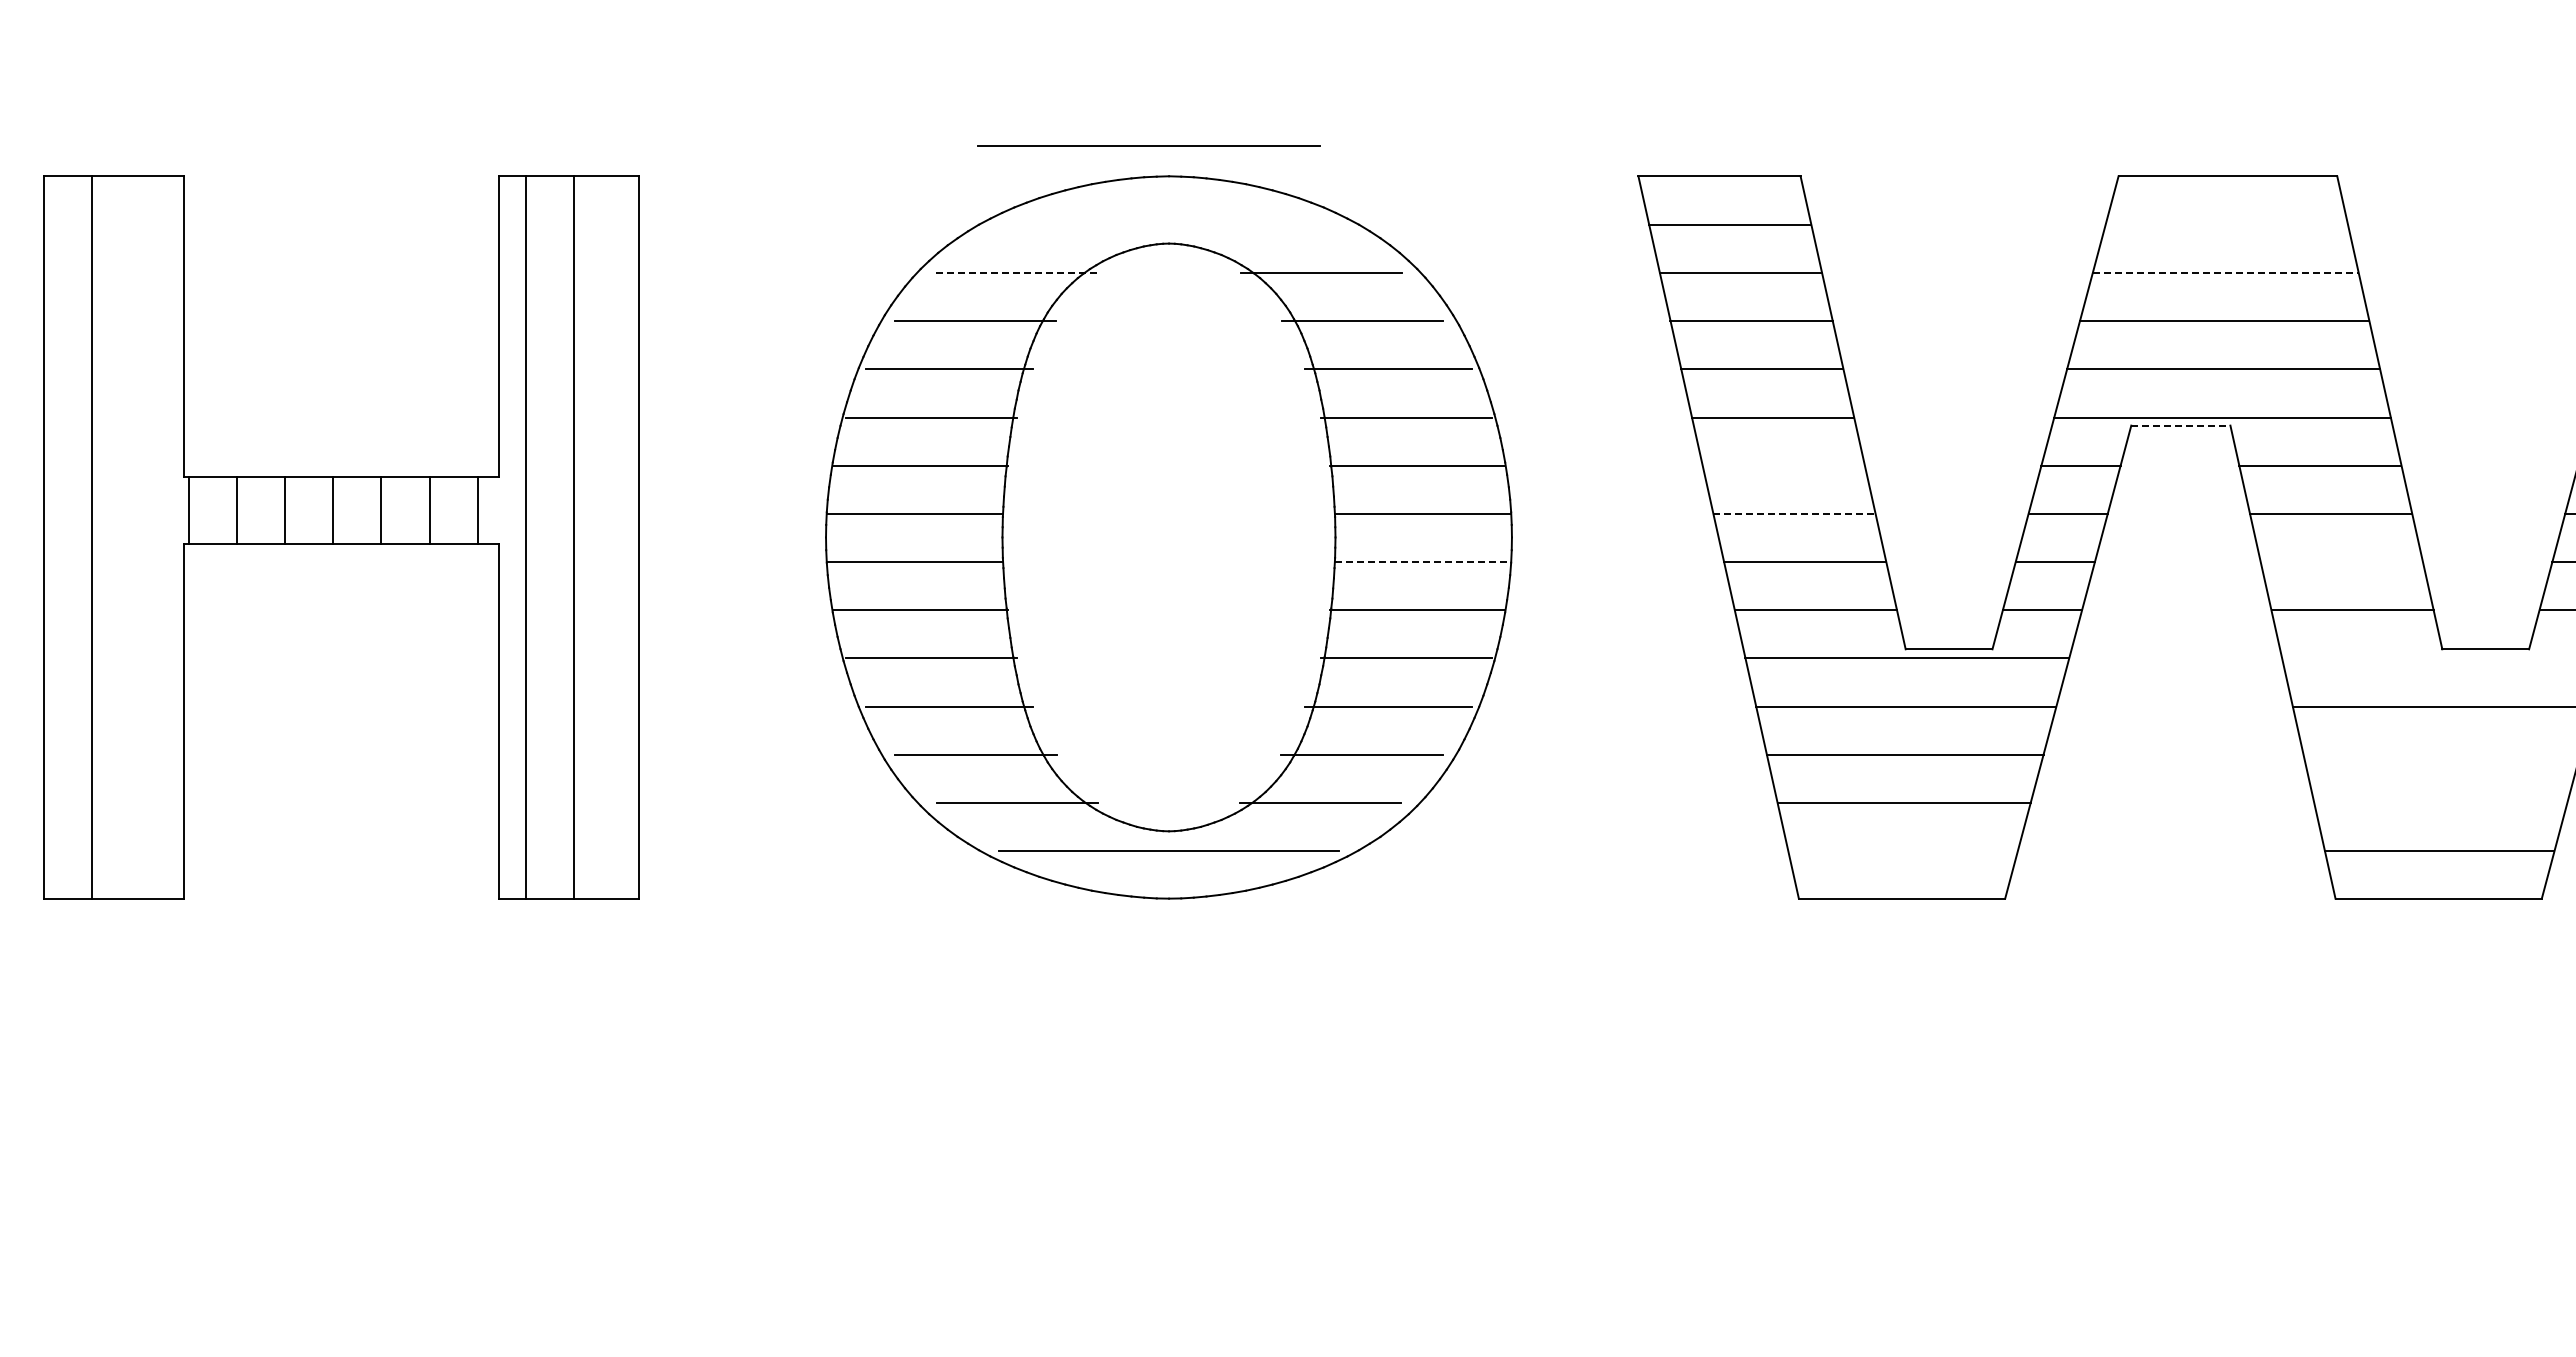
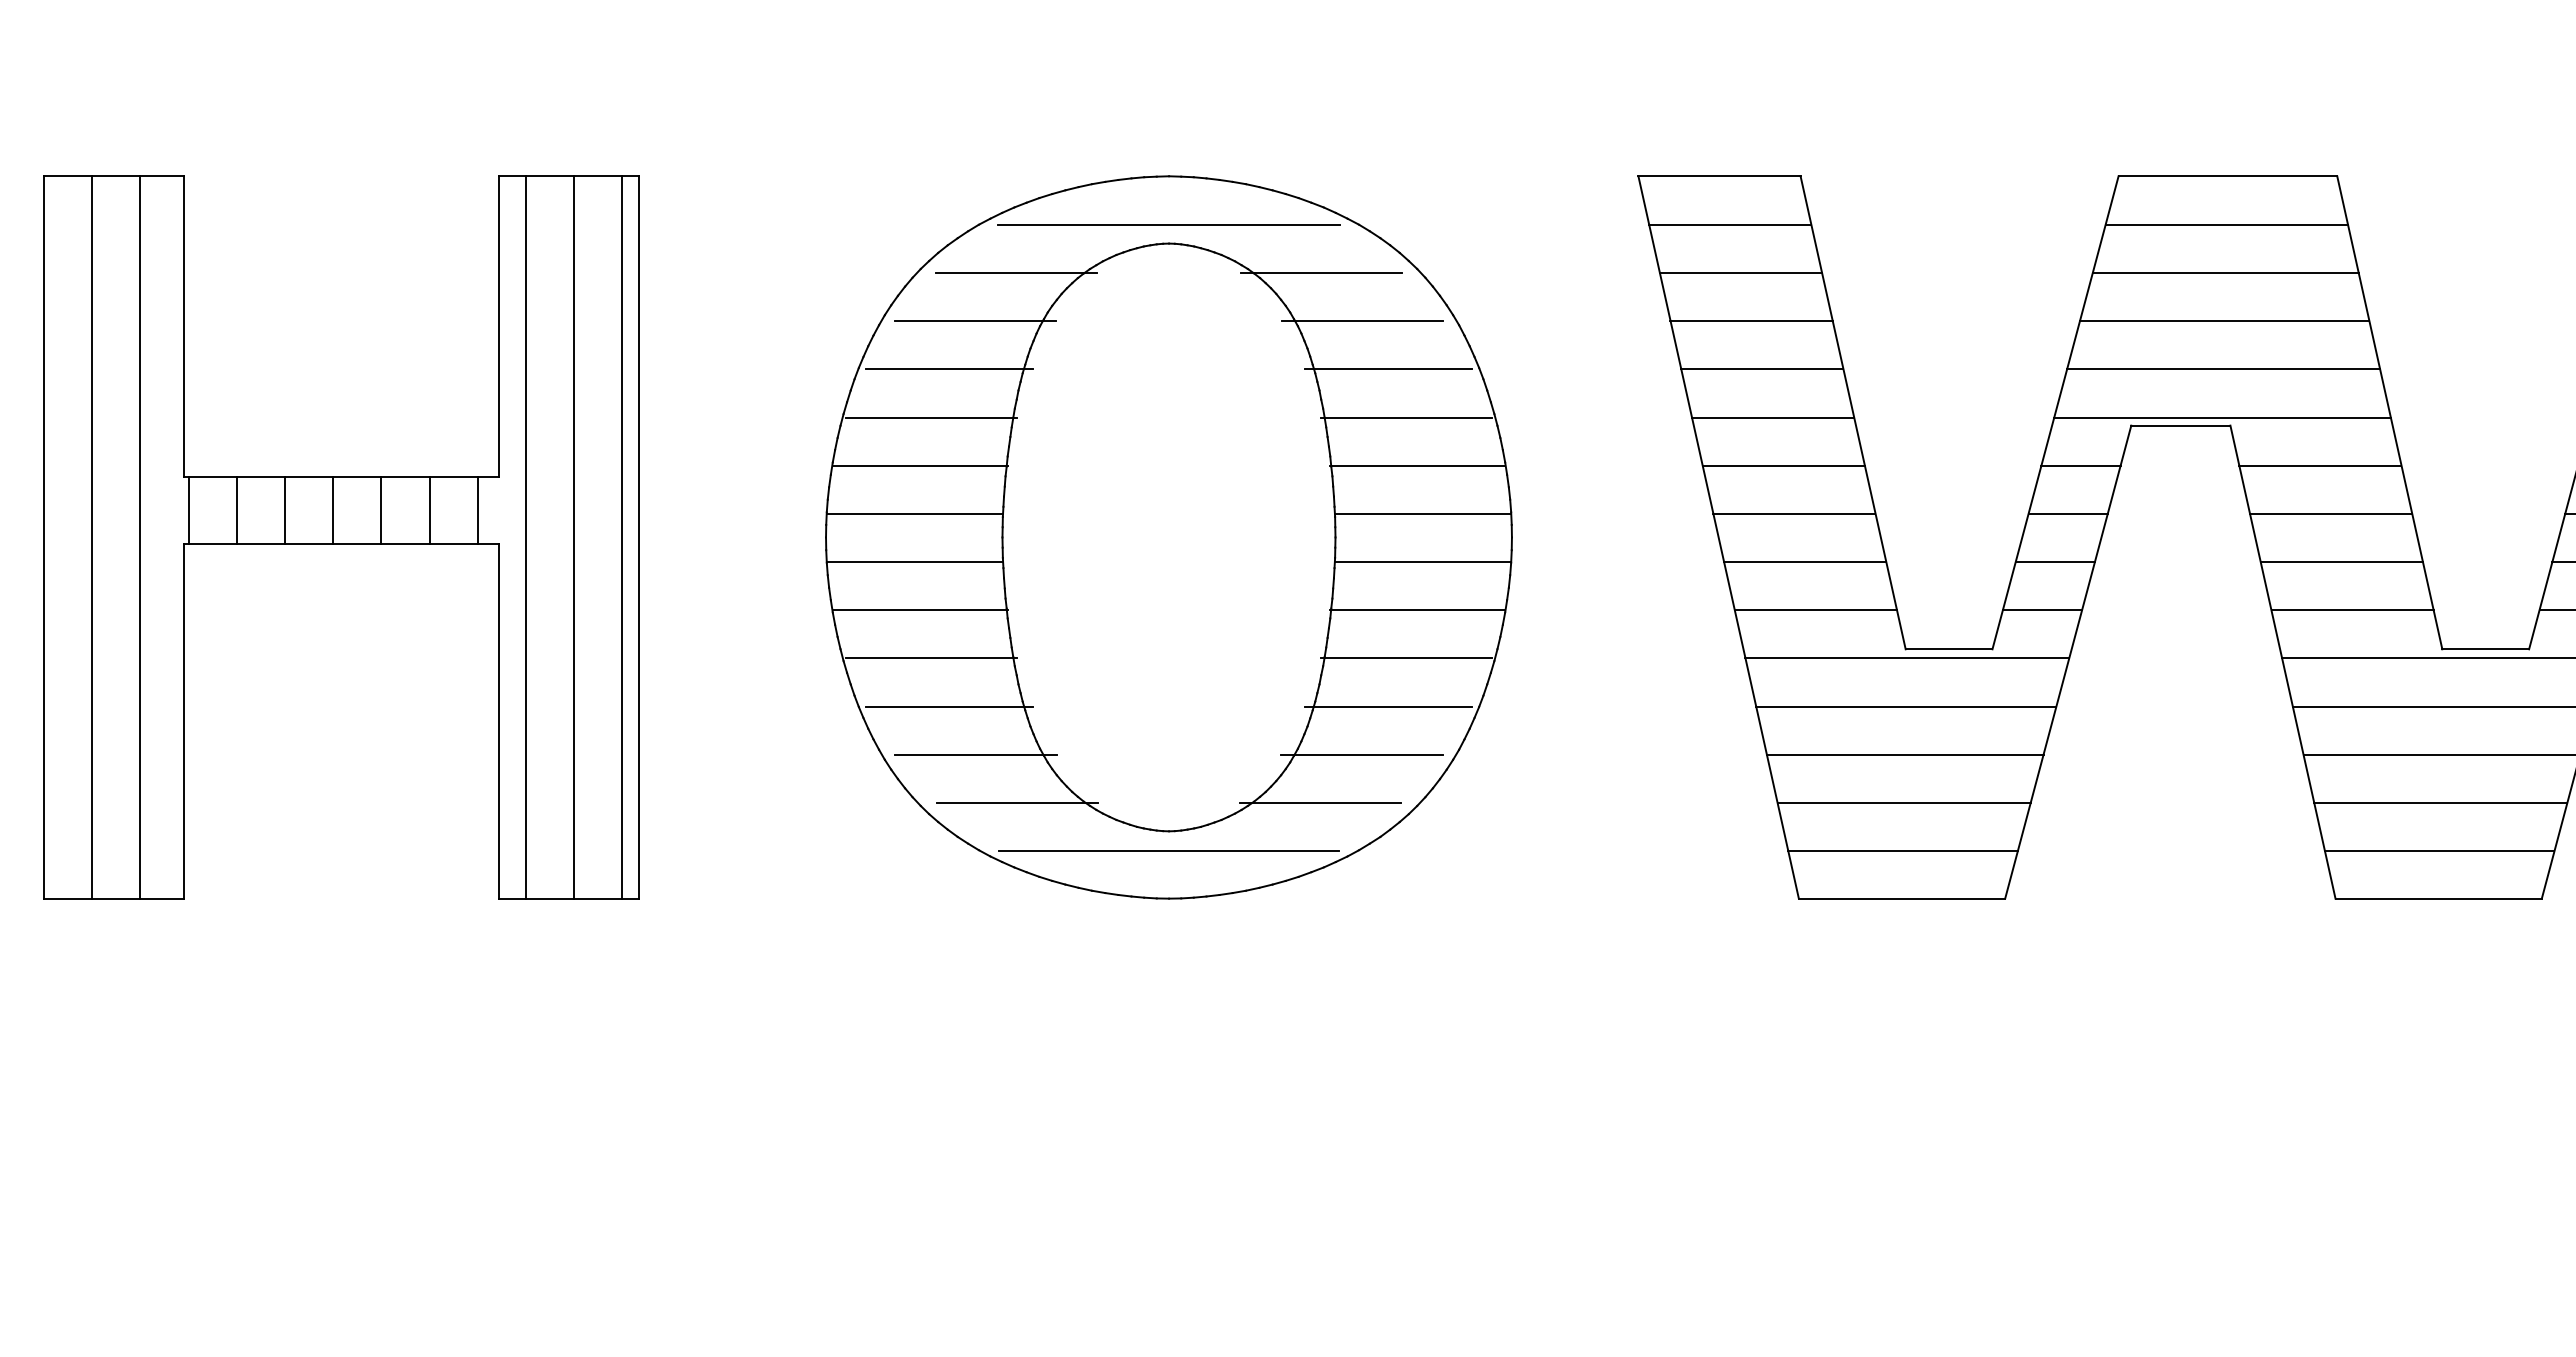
line at (1148, 145) position: (1148, 145) -> (1168, 224)
line at (2226, 224): none -> present
line at (1016, 272): dashed -> solid
line at (2225, 272): dashed -> solid
line at (2180, 425): dashed -> solid
line at (1783, 465): none -> present
line at (1794, 513): dashed -> solid
line at (140, 537): none -> present
line at (622, 537): none -> present
line at (1423, 561): dashed -> solid
line at (2341, 561): none -> present
line at (2427, 658): none -> present
line at (2437, 754): none -> present
line at (2440, 803): none -> present
line at (1902, 851): none -> present
